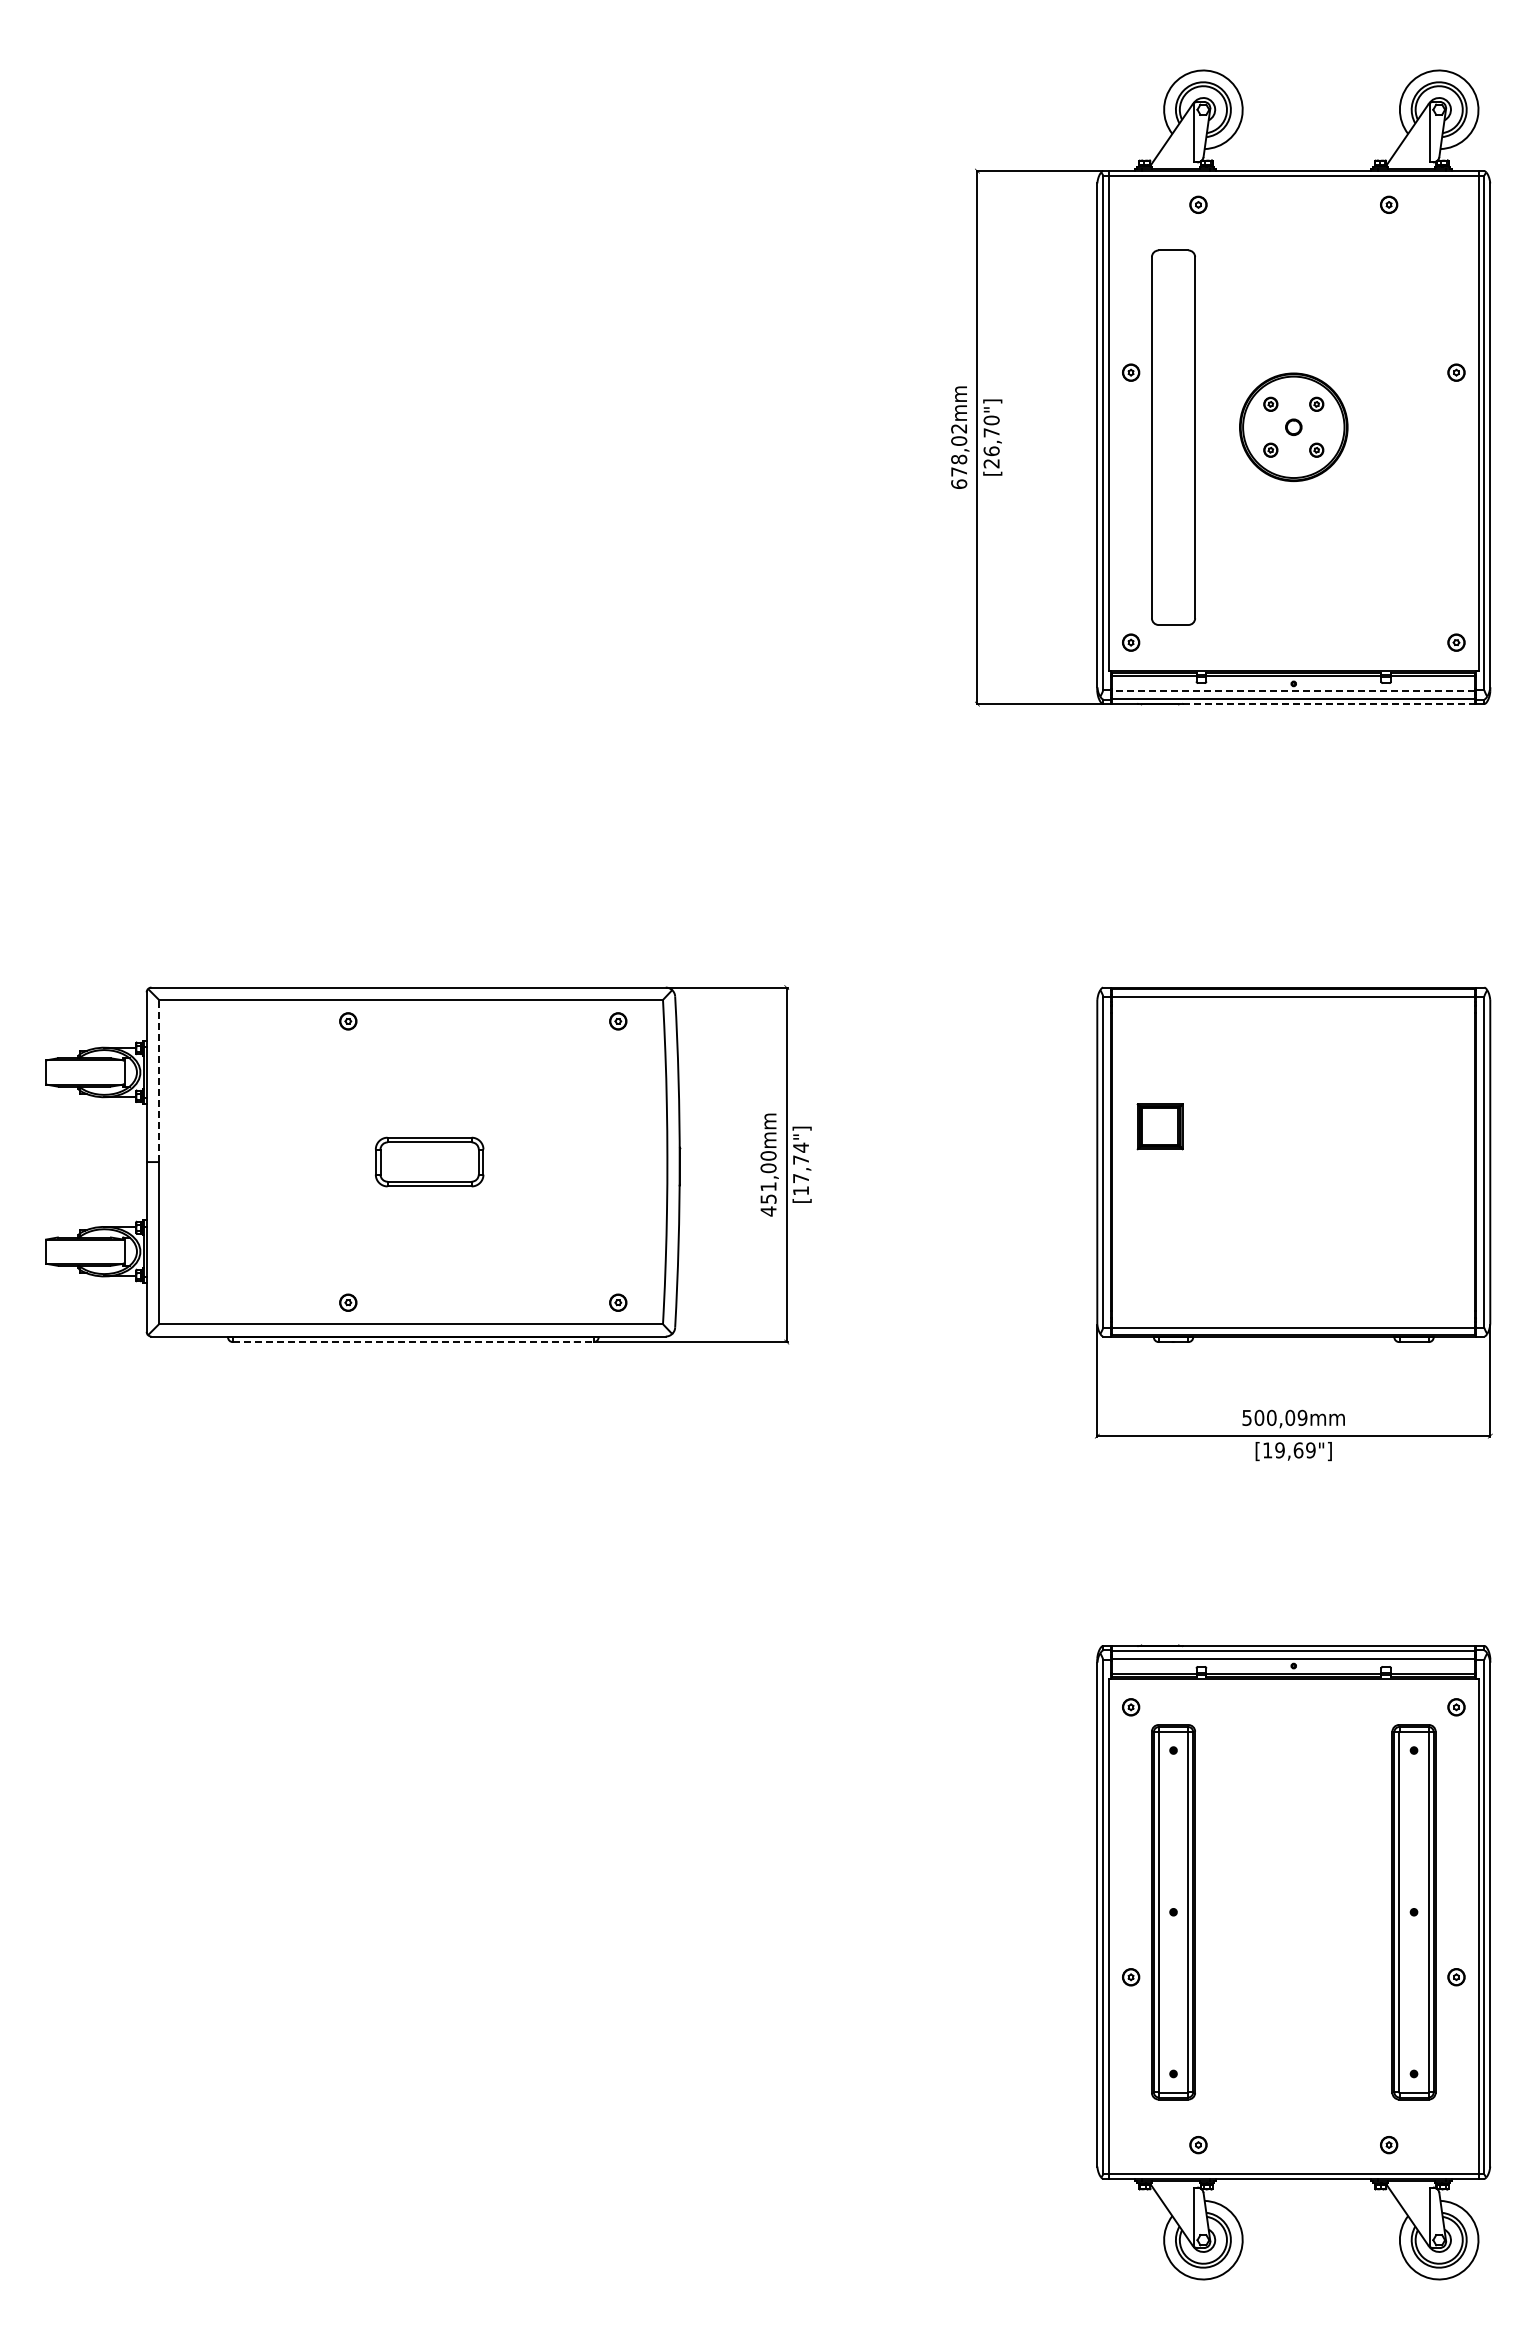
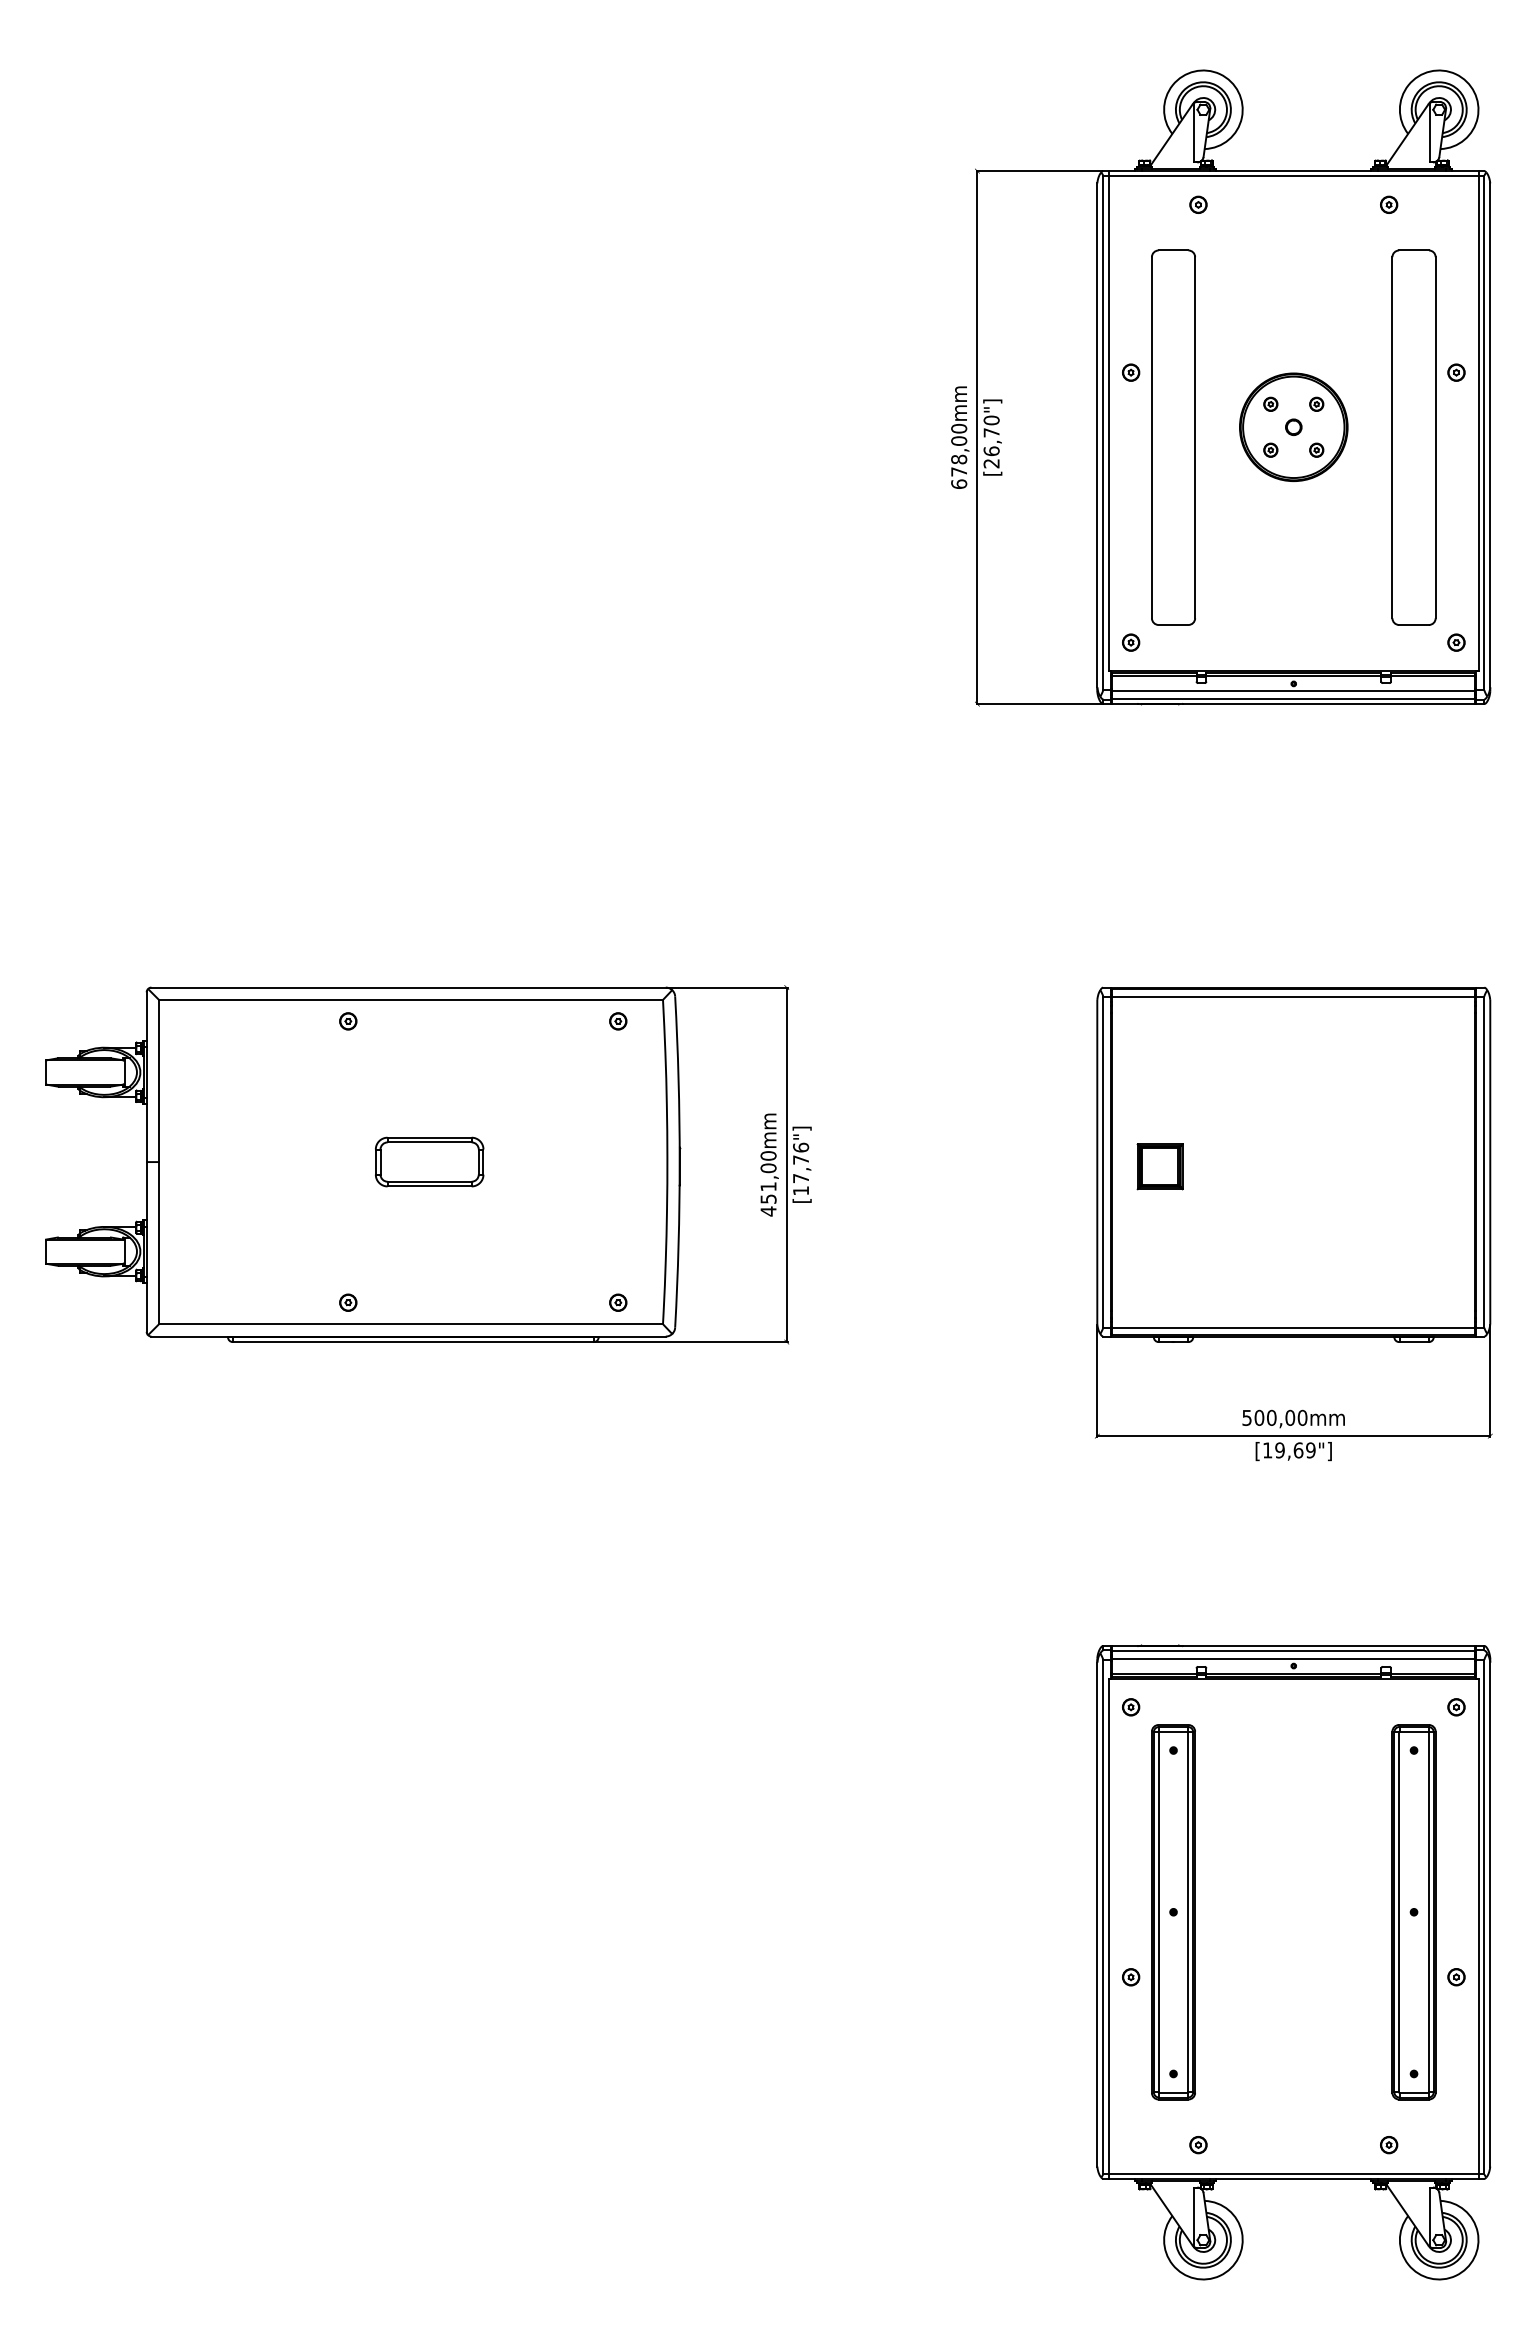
text at (959, 428): 678,02mm -> 678,00mm
part at (1413, 437): none -> present
line at (1293, 690): dashed -> solid
line at (1329, 703): dashed -> solid
line at (159, 1080): dashed -> solid
part at (1159, 1126) position: (1159, 1126) -> (1159, 1166)
text at (801, 1147): [17,74"] -> [17,76"]
line at (413, 1342): dashed -> solid
text at (1302, 1417): 500,09mm -> 500,00mm
